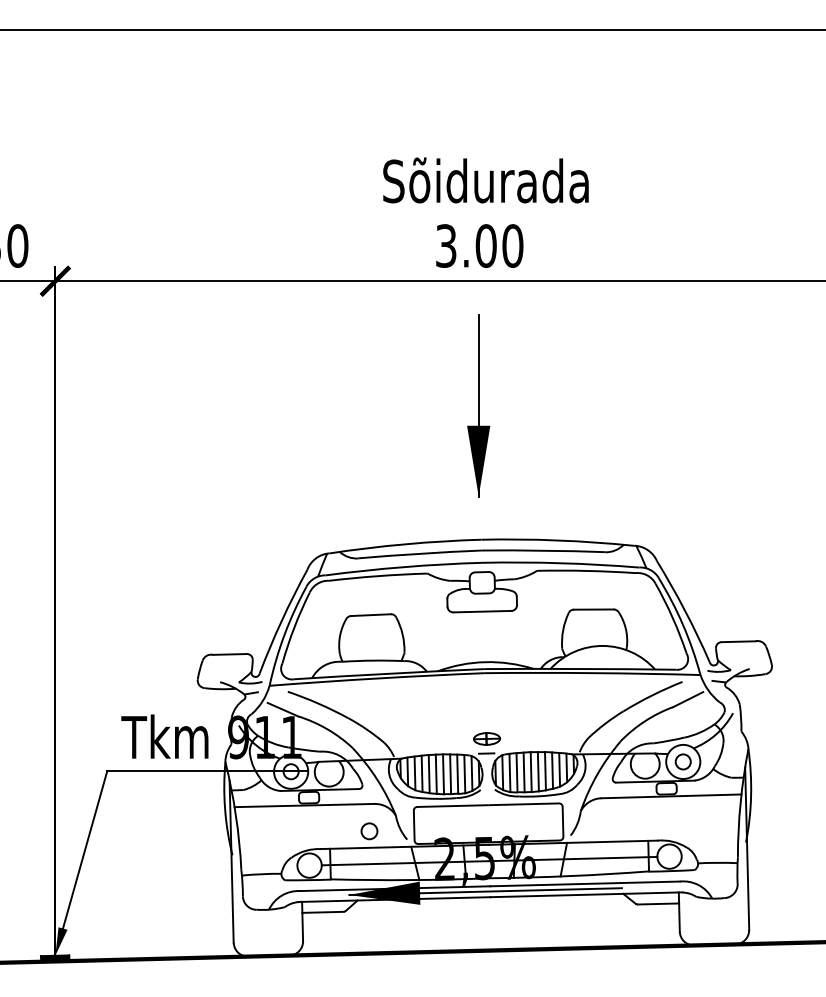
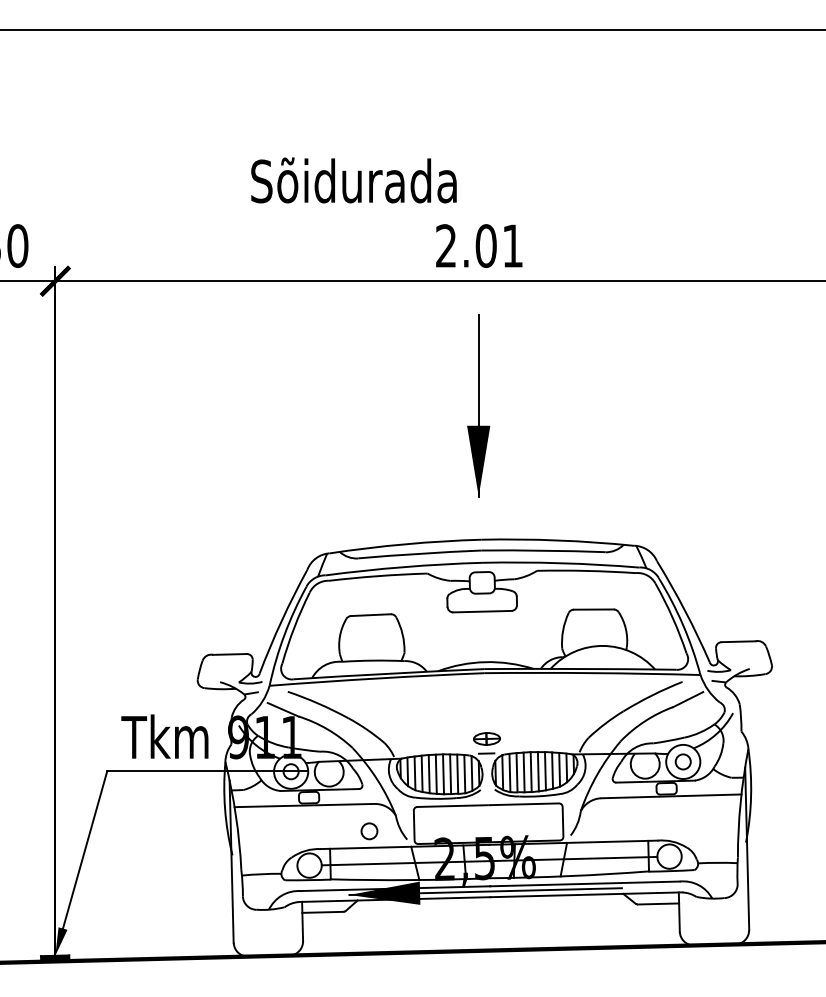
text at (485, 180) position: (485, 180) -> (353, 180)
text at (479, 245): 3.00 -> 2.01
